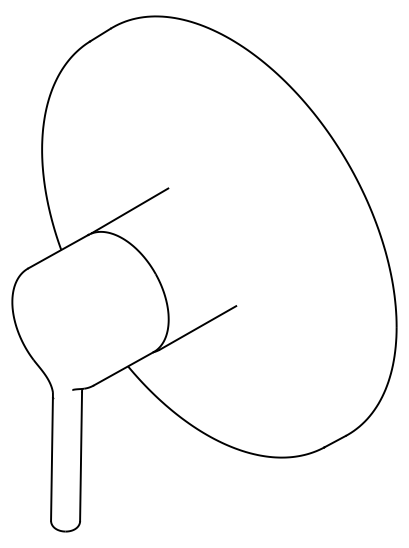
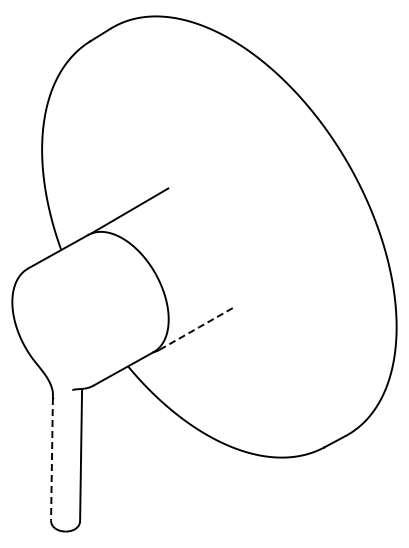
line at (198, 327): solid -> dashed
line at (51, 459): solid -> dashed
